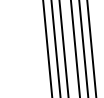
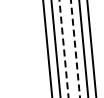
line at (63, 48): solid -> dashed
line at (75, 48): solid -> dashed
